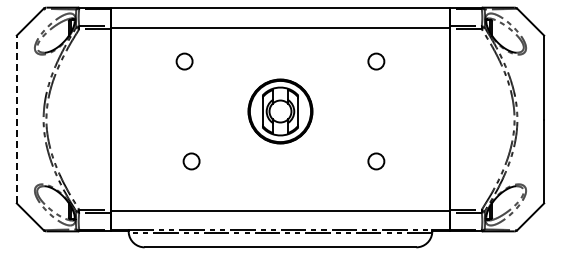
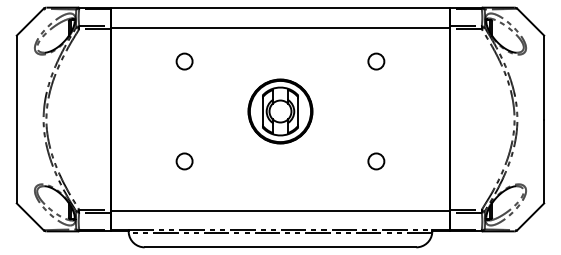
line at (16, 119): dashed -> solid
circle at (191, 161) position: (191, 161) -> (184, 161)
